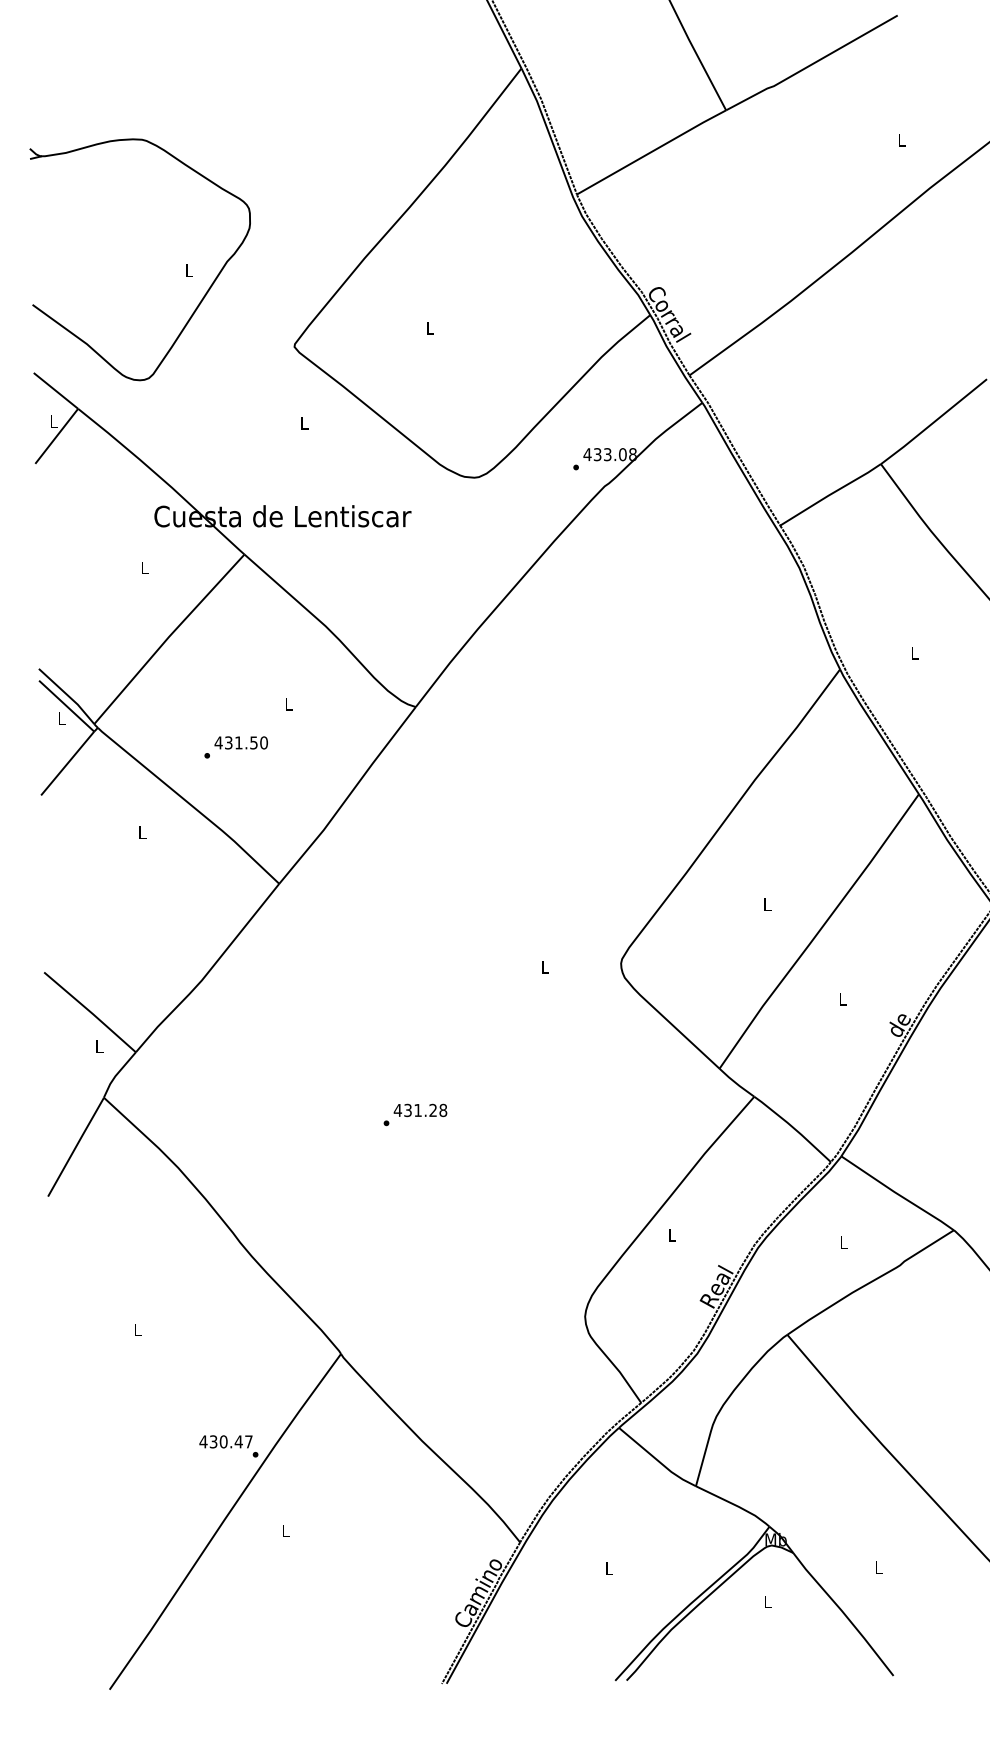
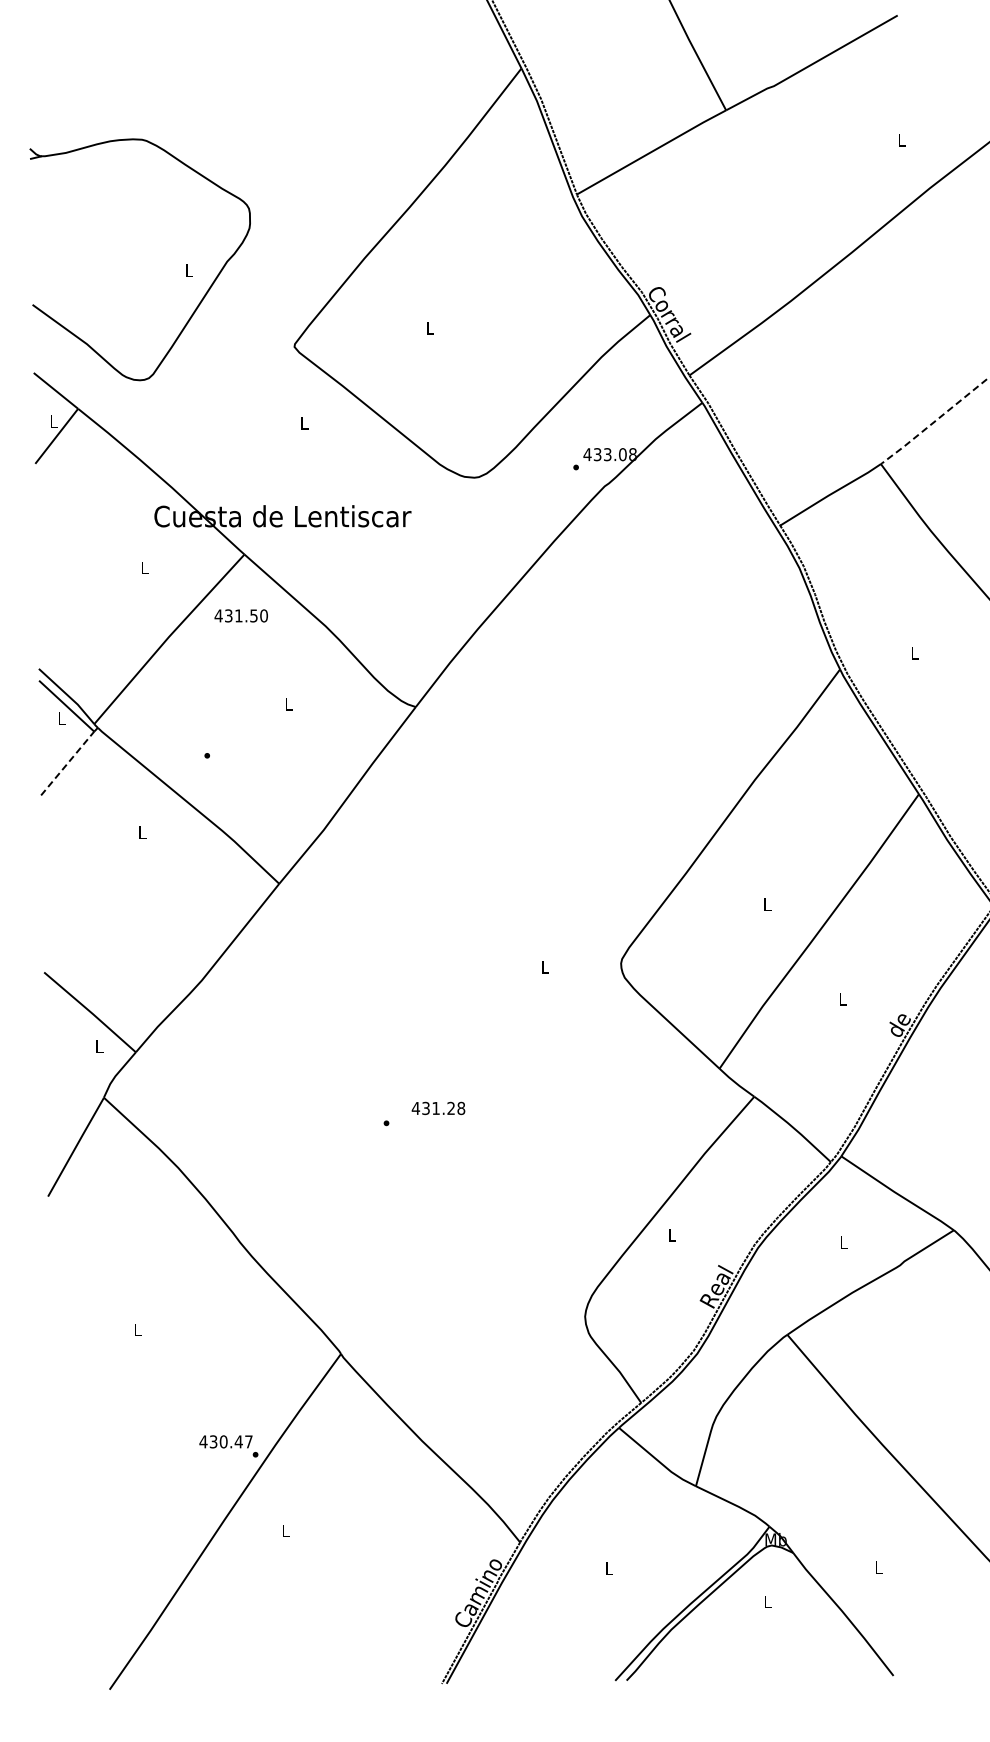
line at (933, 422): solid -> dashed
text at (240, 742) position: (240, 742) -> (240, 615)
line at (67, 763): solid -> dashed
text at (420, 1110) position: (420, 1110) -> (438, 1108)
